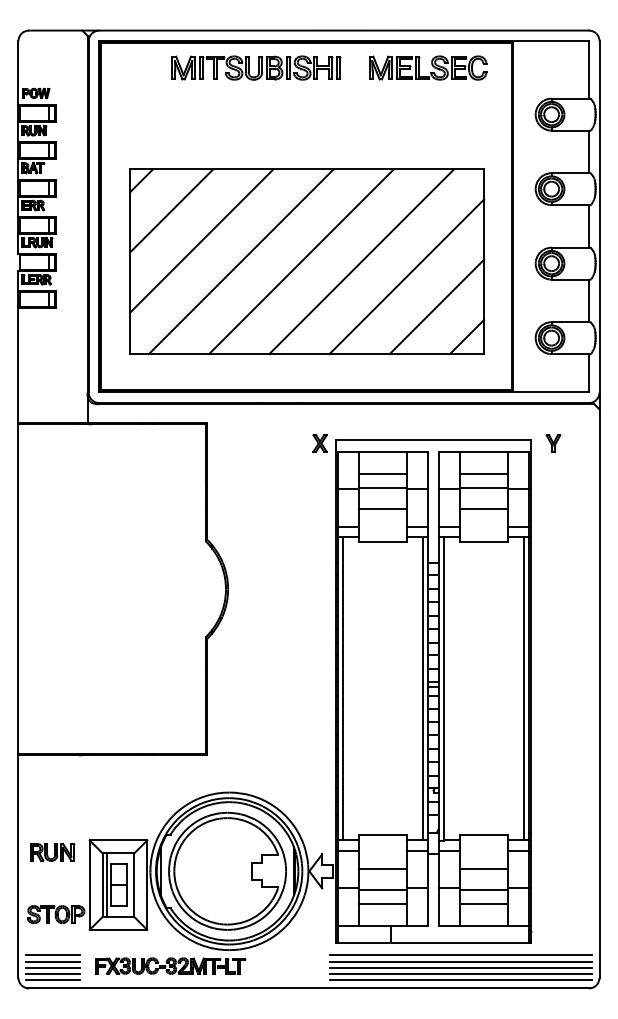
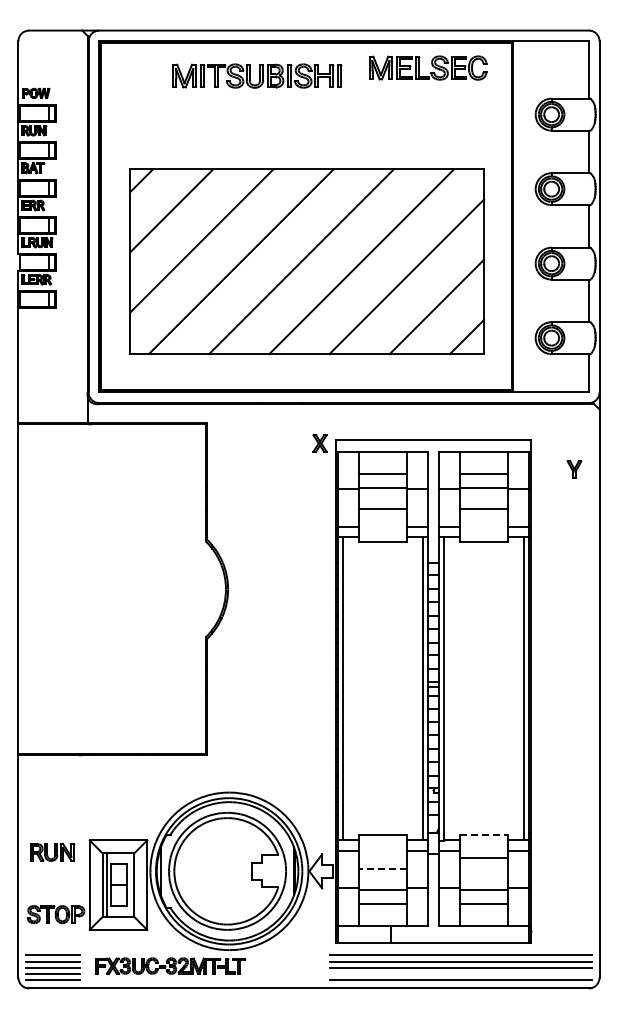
part at (256, 67) position: (256, 67) -> (257, 75)
part at (553, 443) position: (553, 443) -> (574, 469)
line at (484, 835): solid -> dashed
line at (382, 868): solid -> dashed
line at (484, 868) position: (484, 868) -> (484, 857)
line at (460, 974): present -> none
